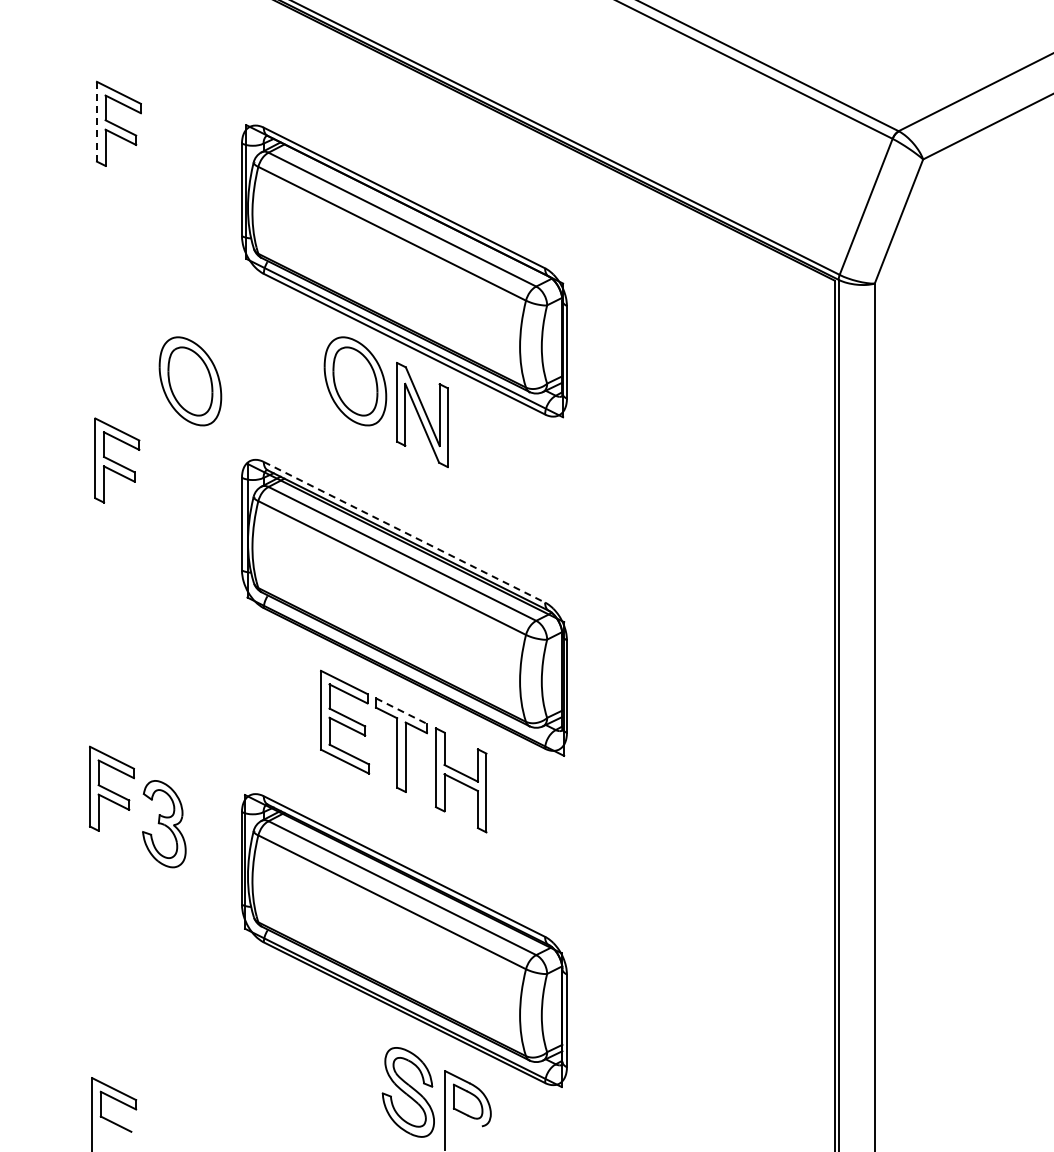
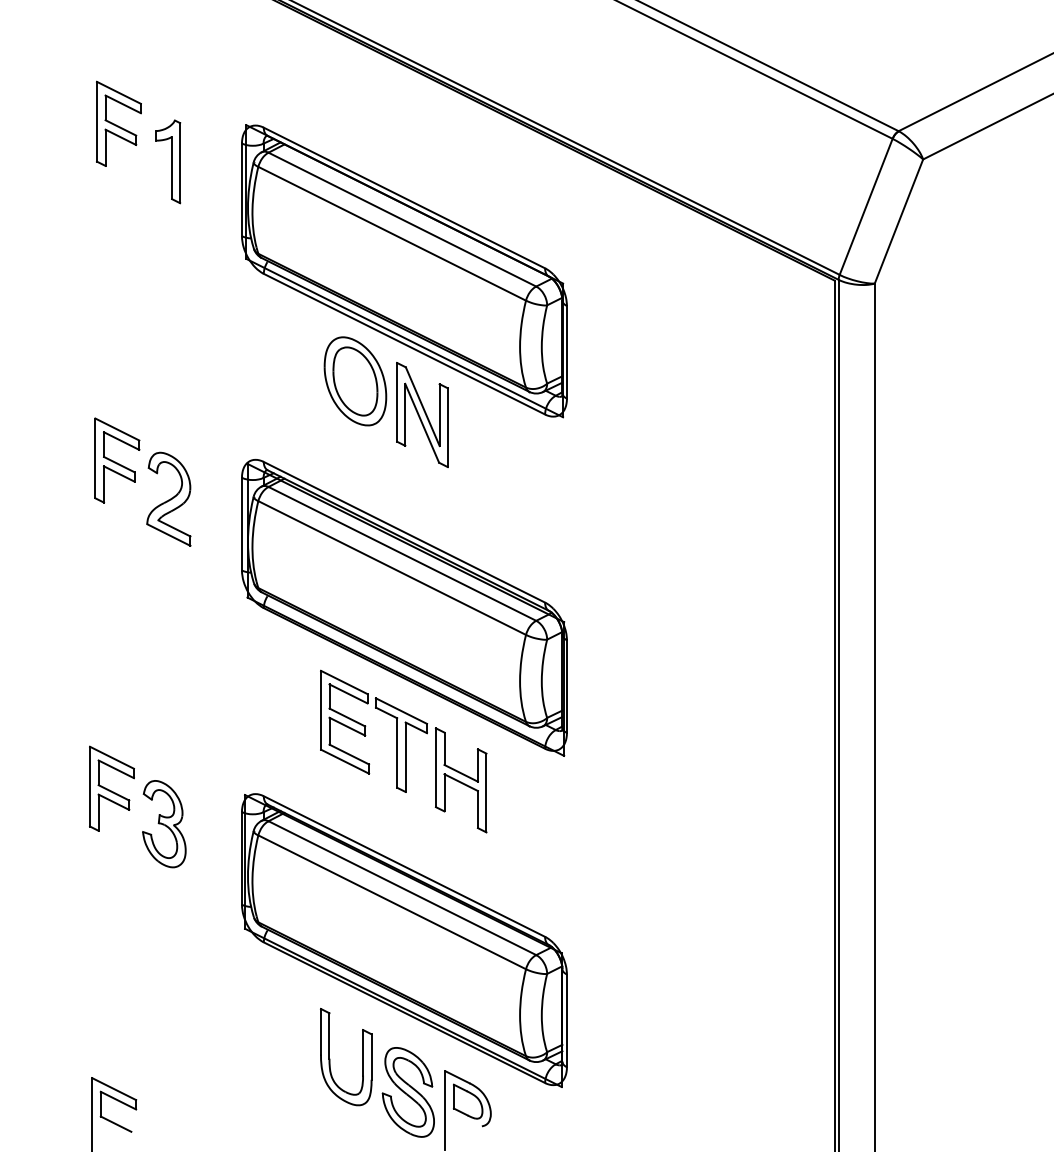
line at (96, 121): dashed -> solid
part at (168, 161): none -> present
part at (190, 381): present -> none
part at (168, 498): none -> present
line at (404, 532): dashed -> solid
line at (401, 711): dashed -> solid
part at (362, 1057): none -> present
